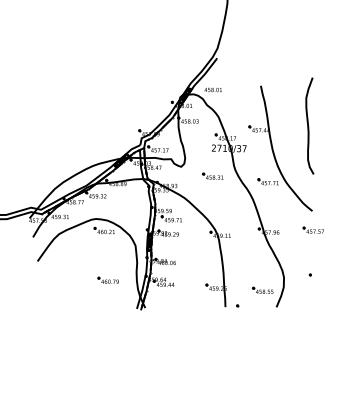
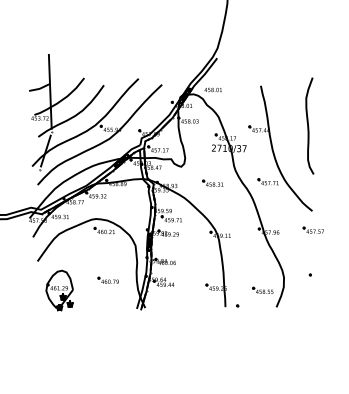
part at (95, 119): none -> present
part at (212, 175) position: (212, 175) -> (212, 182)
part at (59, 290): none -> present
